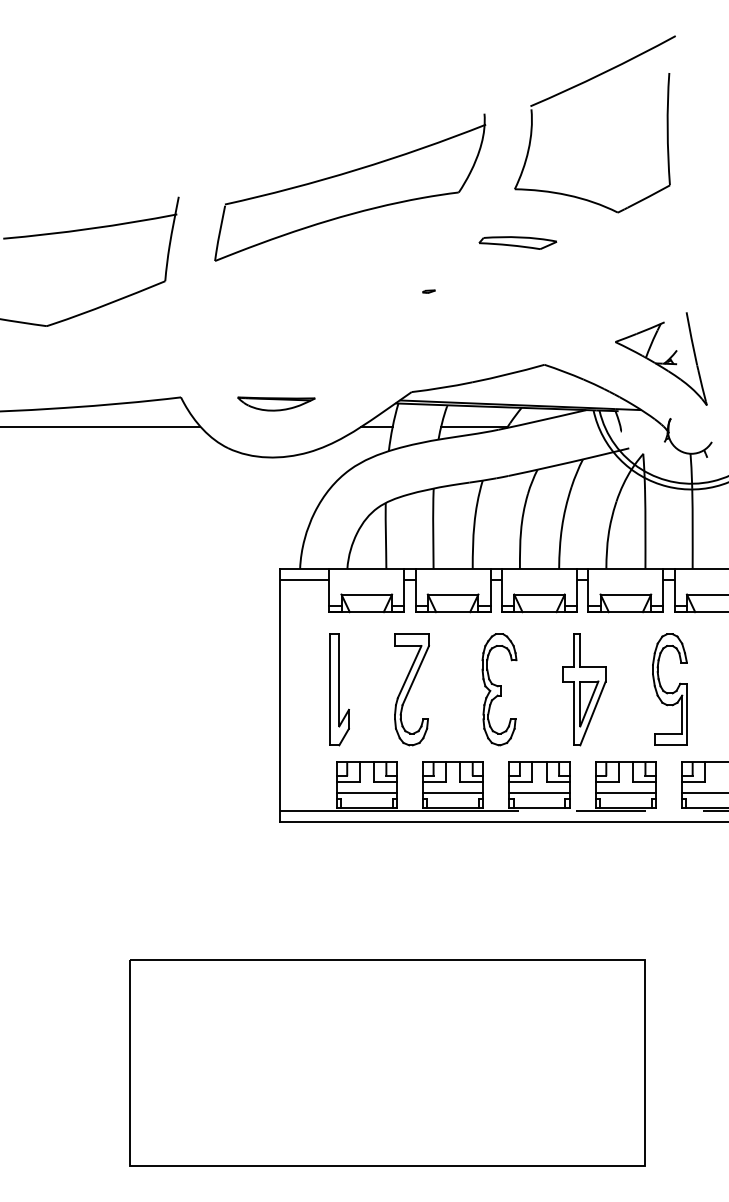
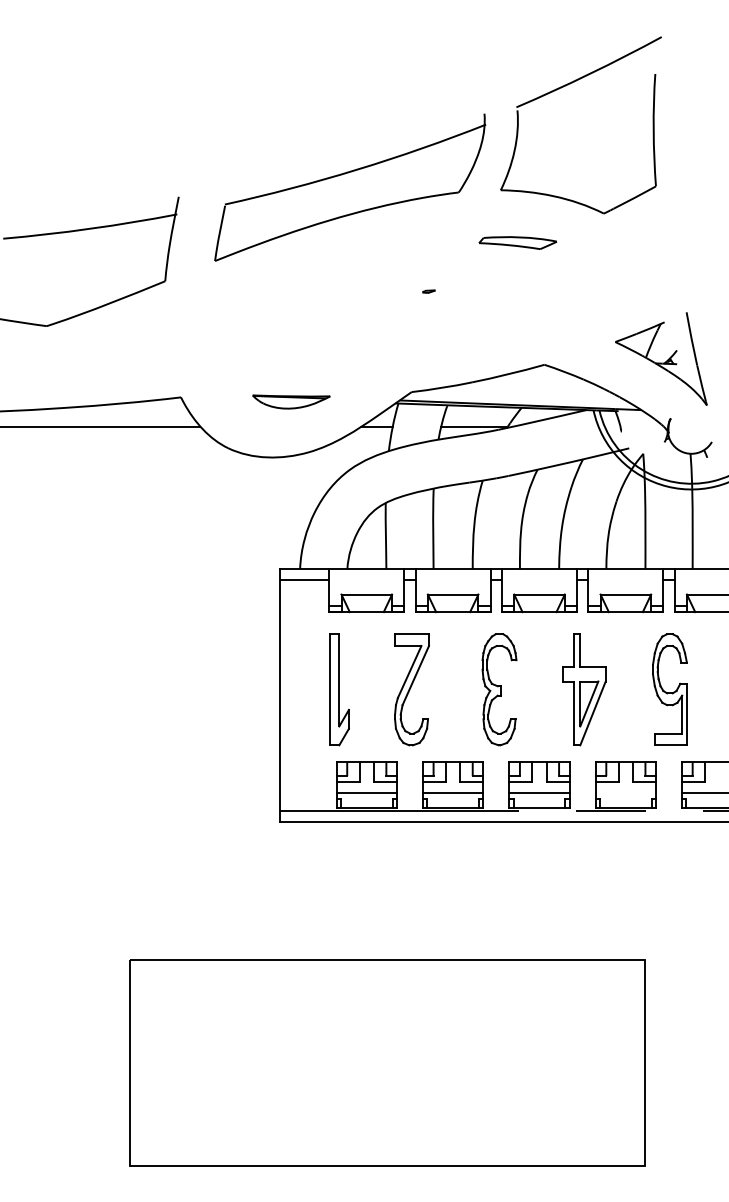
part at (575, 87) position: (575, 87) -> (561, 88)
part at (276, 403) position: (276, 403) -> (291, 401)
line at (625, 793): present -> none
